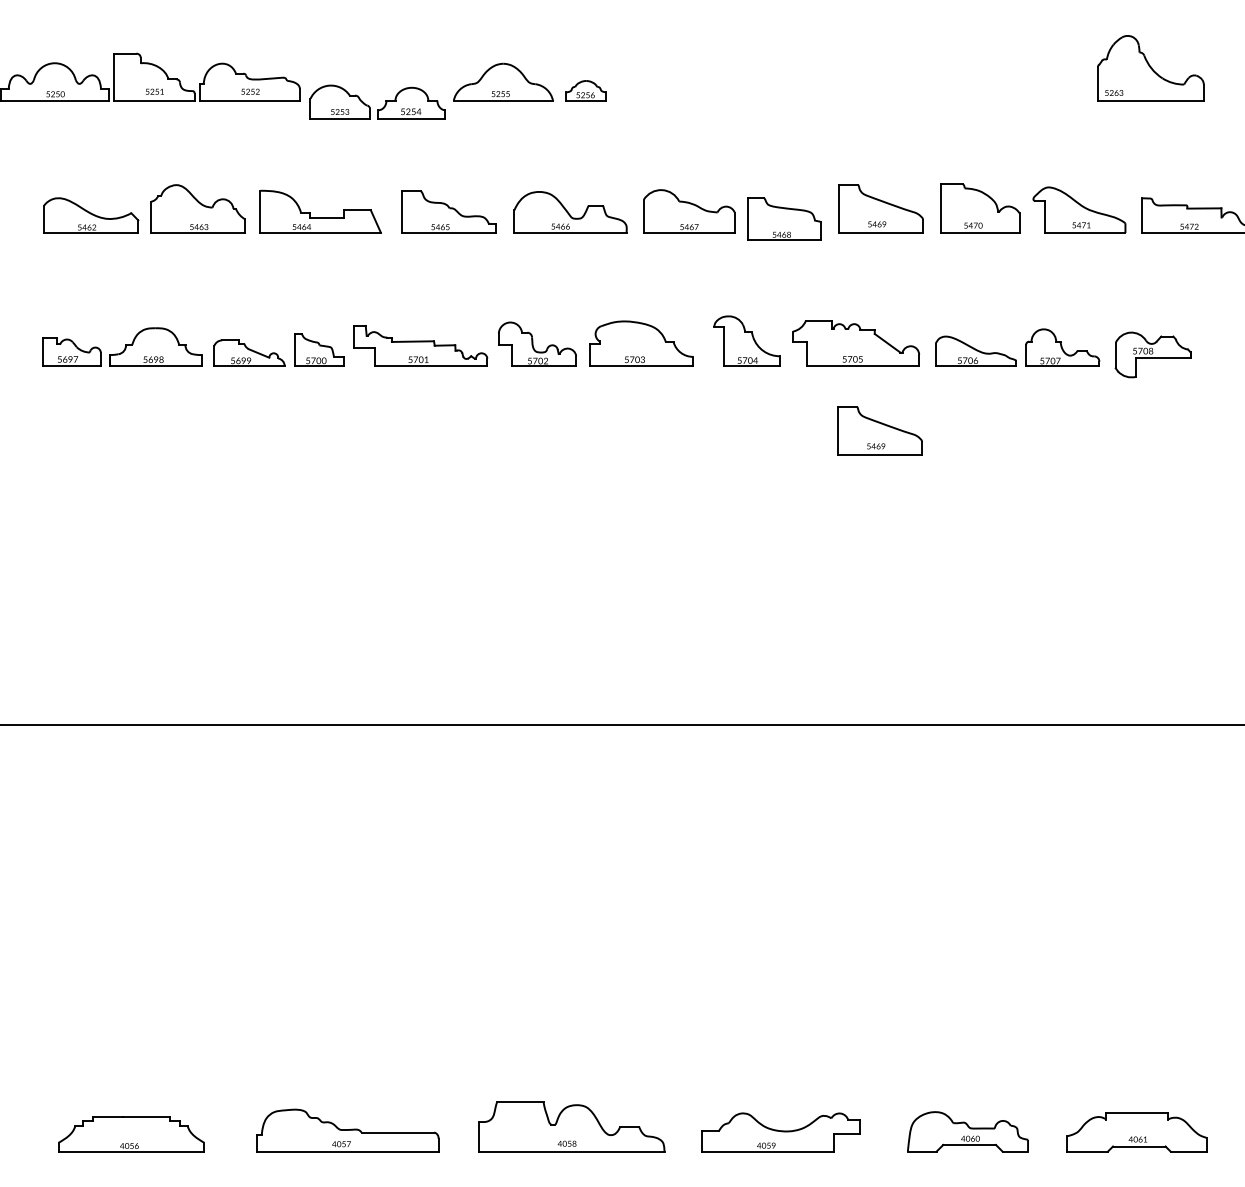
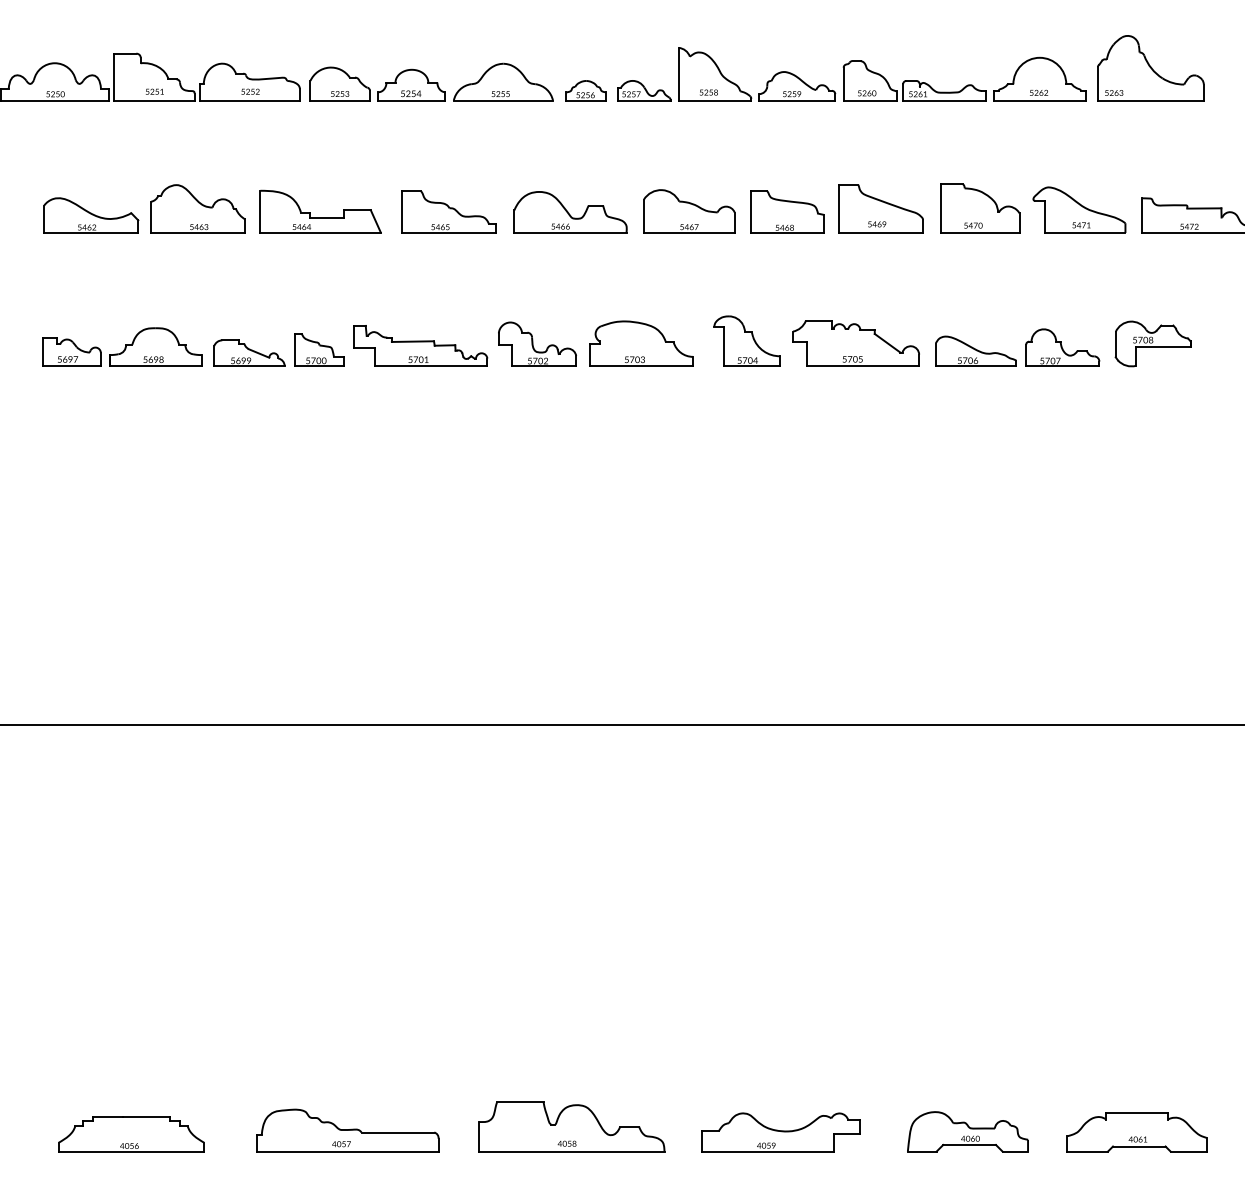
part at (851, 74): none -> present
part at (384, 104) position: (384, 104) -> (384, 86)
part at (784, 218) position: (784, 218) -> (787, 211)
part at (1152, 354) position: (1152, 354) -> (1152, 343)
part at (879, 430): present -> none
